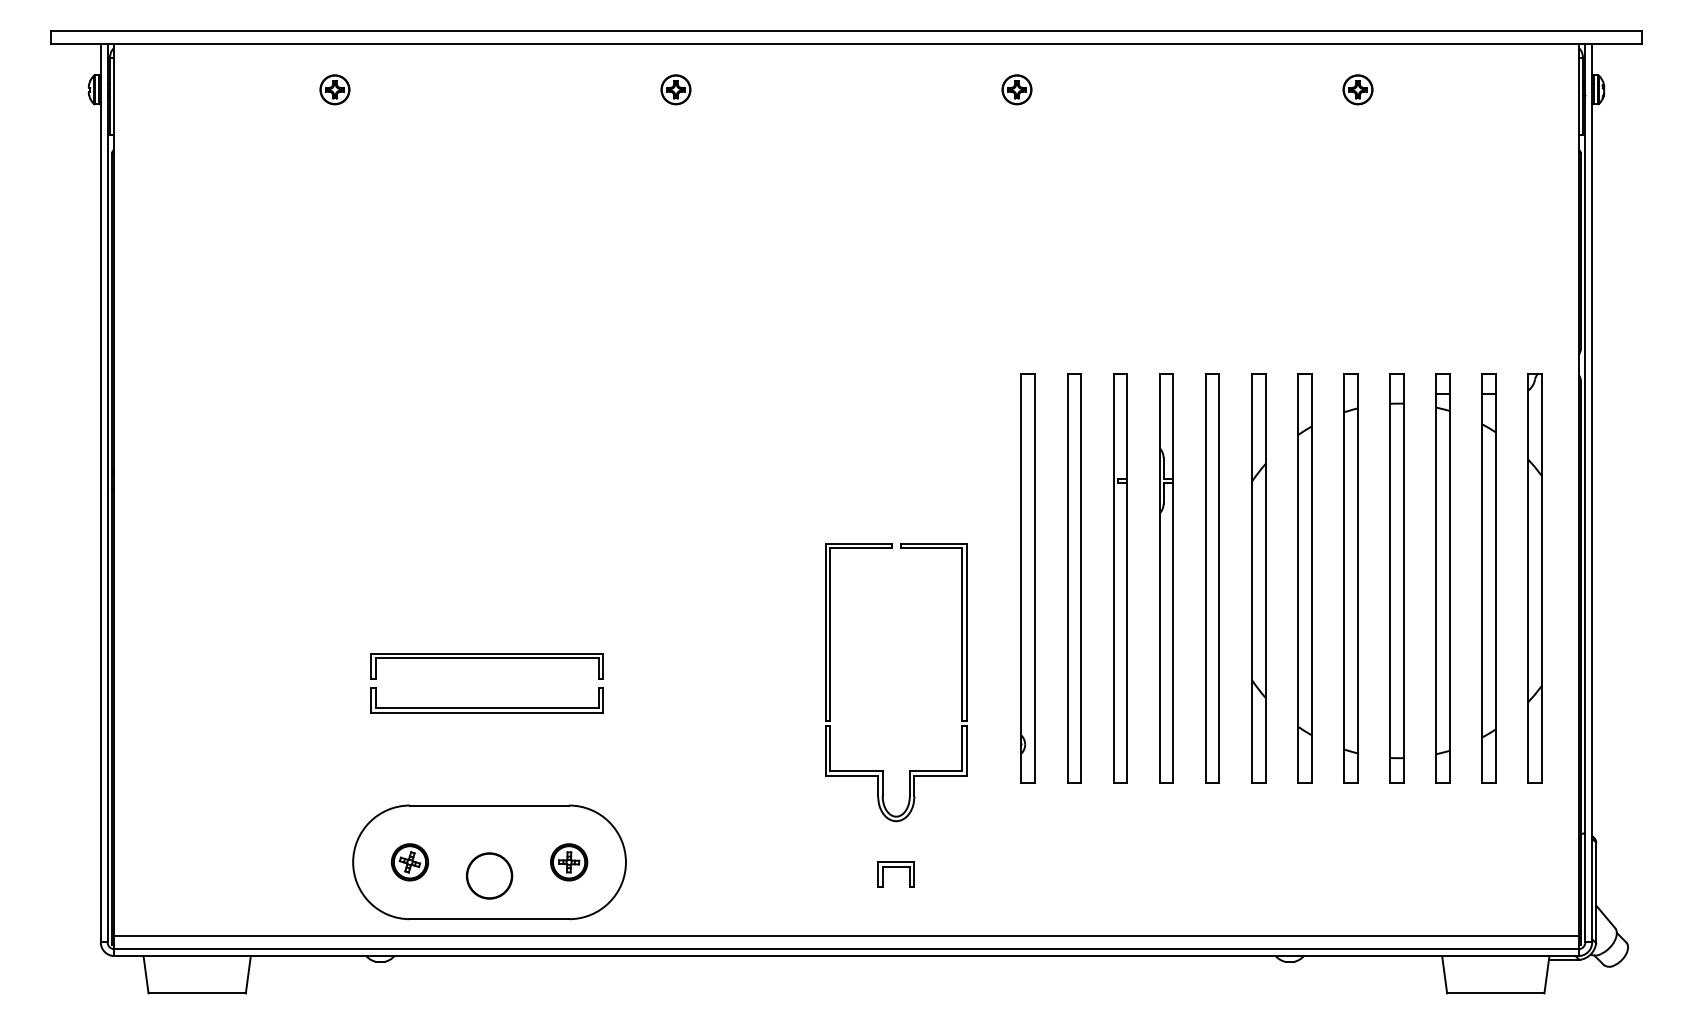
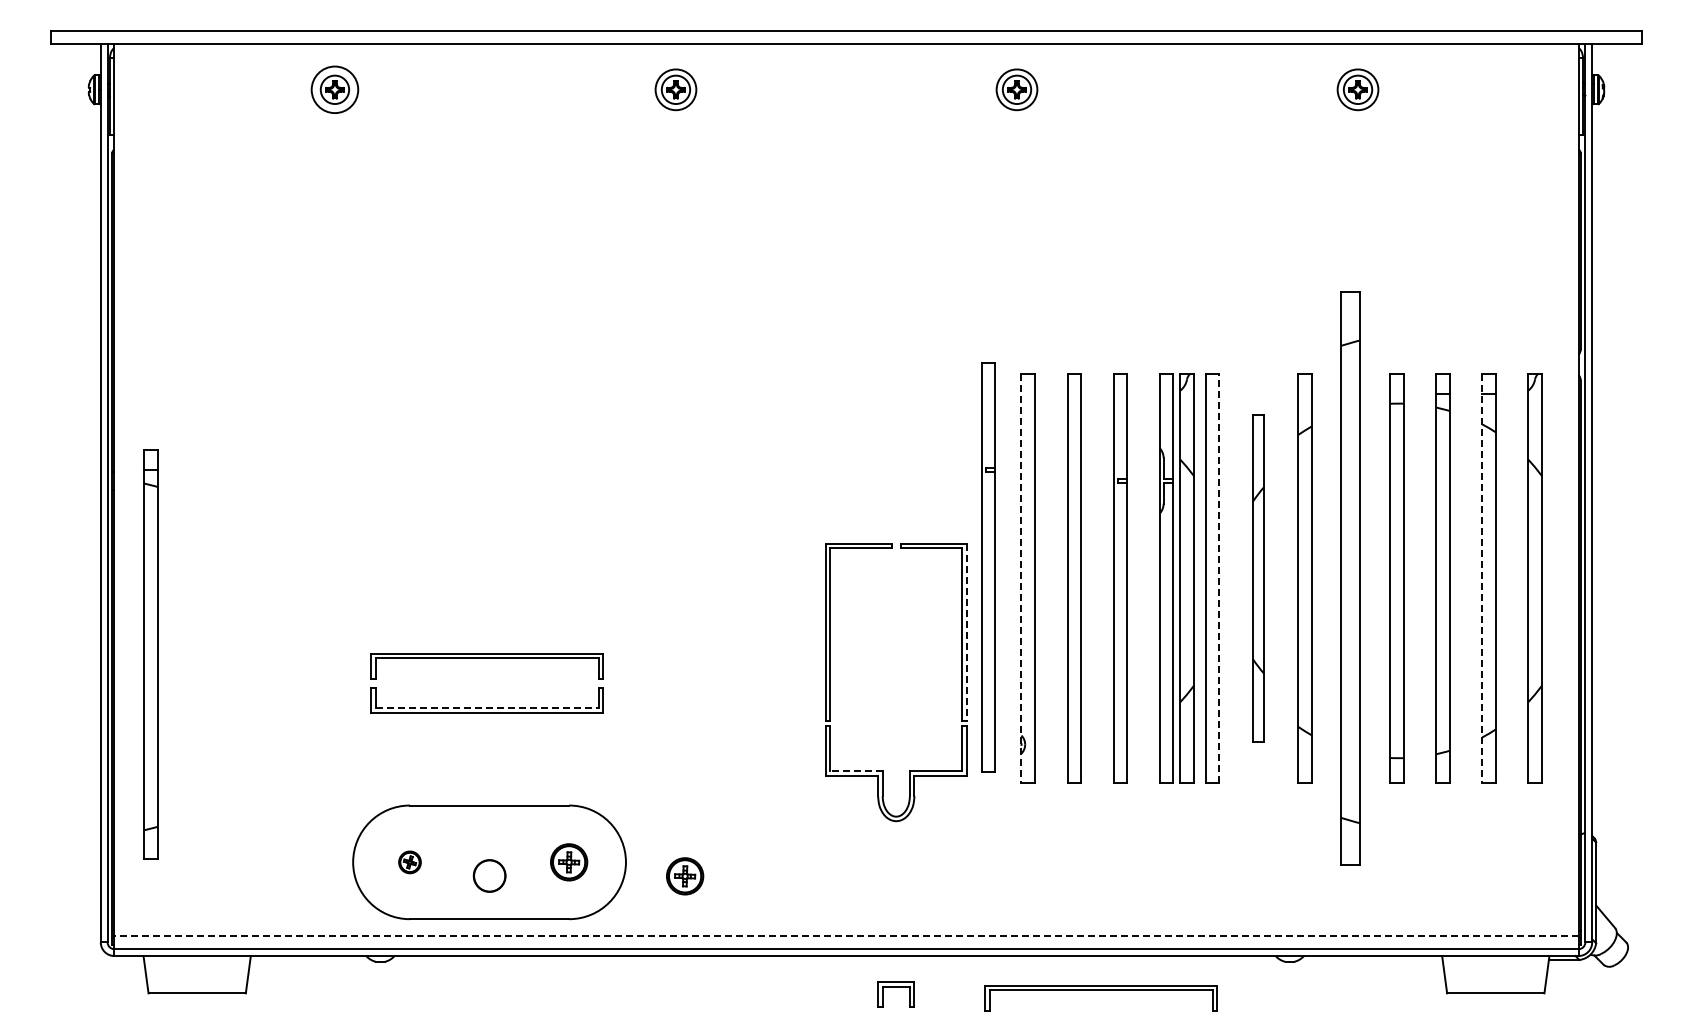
circle at (334, 89) diameter: 29 px -> 47 px
circle at (675, 89) diameter: 29 px -> 41 px
circle at (1016, 89) diameter: 29 px -> 41 px
circle at (1357, 89) diameter: 29 px -> 41 px
part at (988, 567): none -> present
line at (1021, 578): solid -> dashed
part at (1186, 578): none -> present
line at (1219, 578): solid -> dashed
part at (1258, 578) size: 16x411 px -> 13x329 px
part at (1350, 578) size: 16x411 px -> 21x575 px
line at (1482, 578): solid -> dashed
line at (966, 632): solid -> dashed
part at (150, 654): none -> present
line at (487, 708): solid -> dashed
line at (856, 771): solid -> dashed
part at (409, 862) size: 40x39 px -> 24x25 px
part at (895, 867) position: (895, 867) -> (895, 987)
circle at (489, 875) size: 48x48 px -> 35x34 px
part at (685, 876): none -> present
line at (846, 935): solid -> dashed
part at (1100, 990): none -> present
